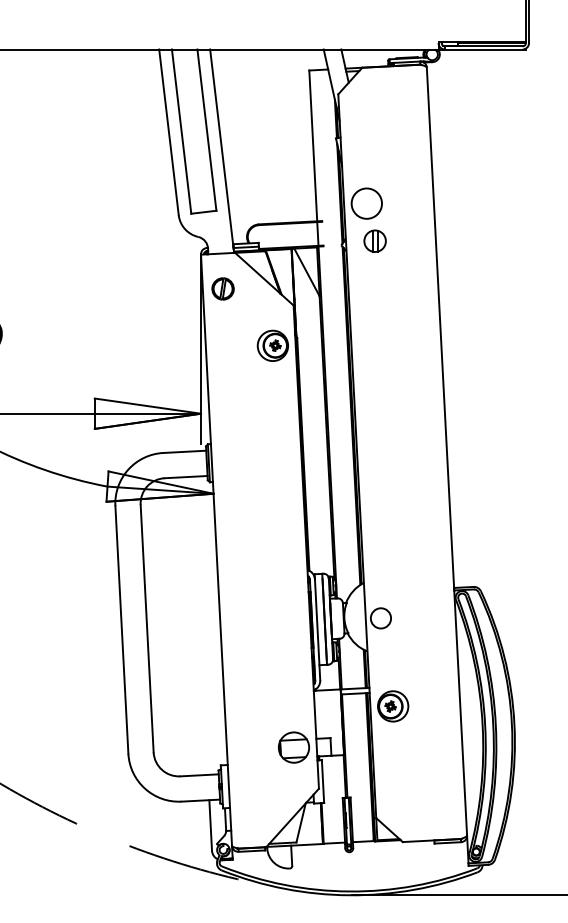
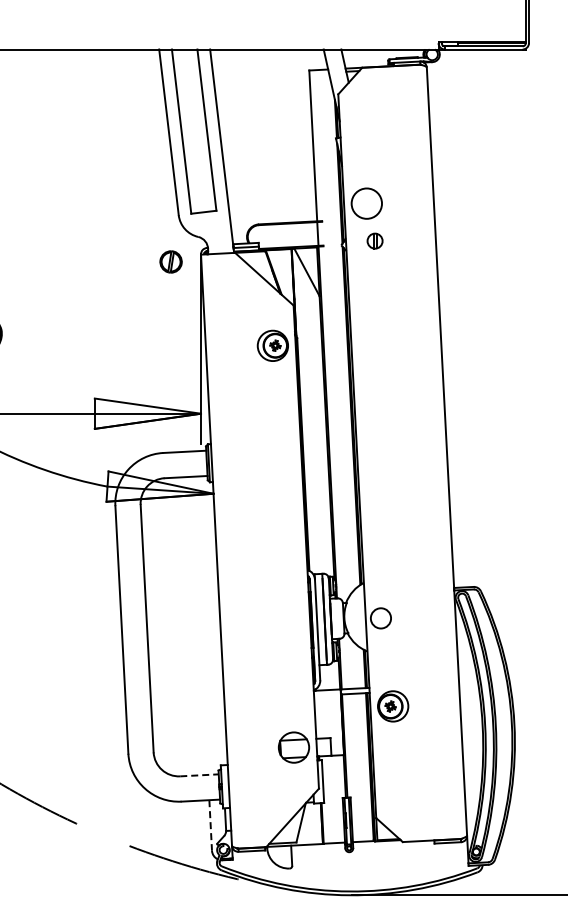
part at (374, 240) size: 24x24 px -> 18x18 px
part at (222, 288) position: (222, 288) -> (170, 261)
line at (200, 775): solid -> dashed
line at (210, 825): solid -> dashed
